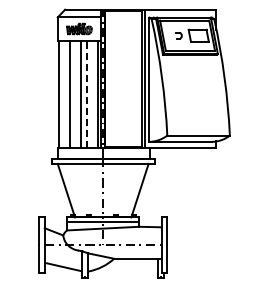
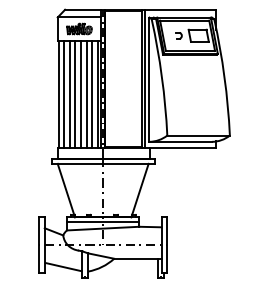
line at (64, 94): none -> present
line at (75, 94): none -> present
line at (86, 94): dashed -> solid
line at (92, 94): none -> present
